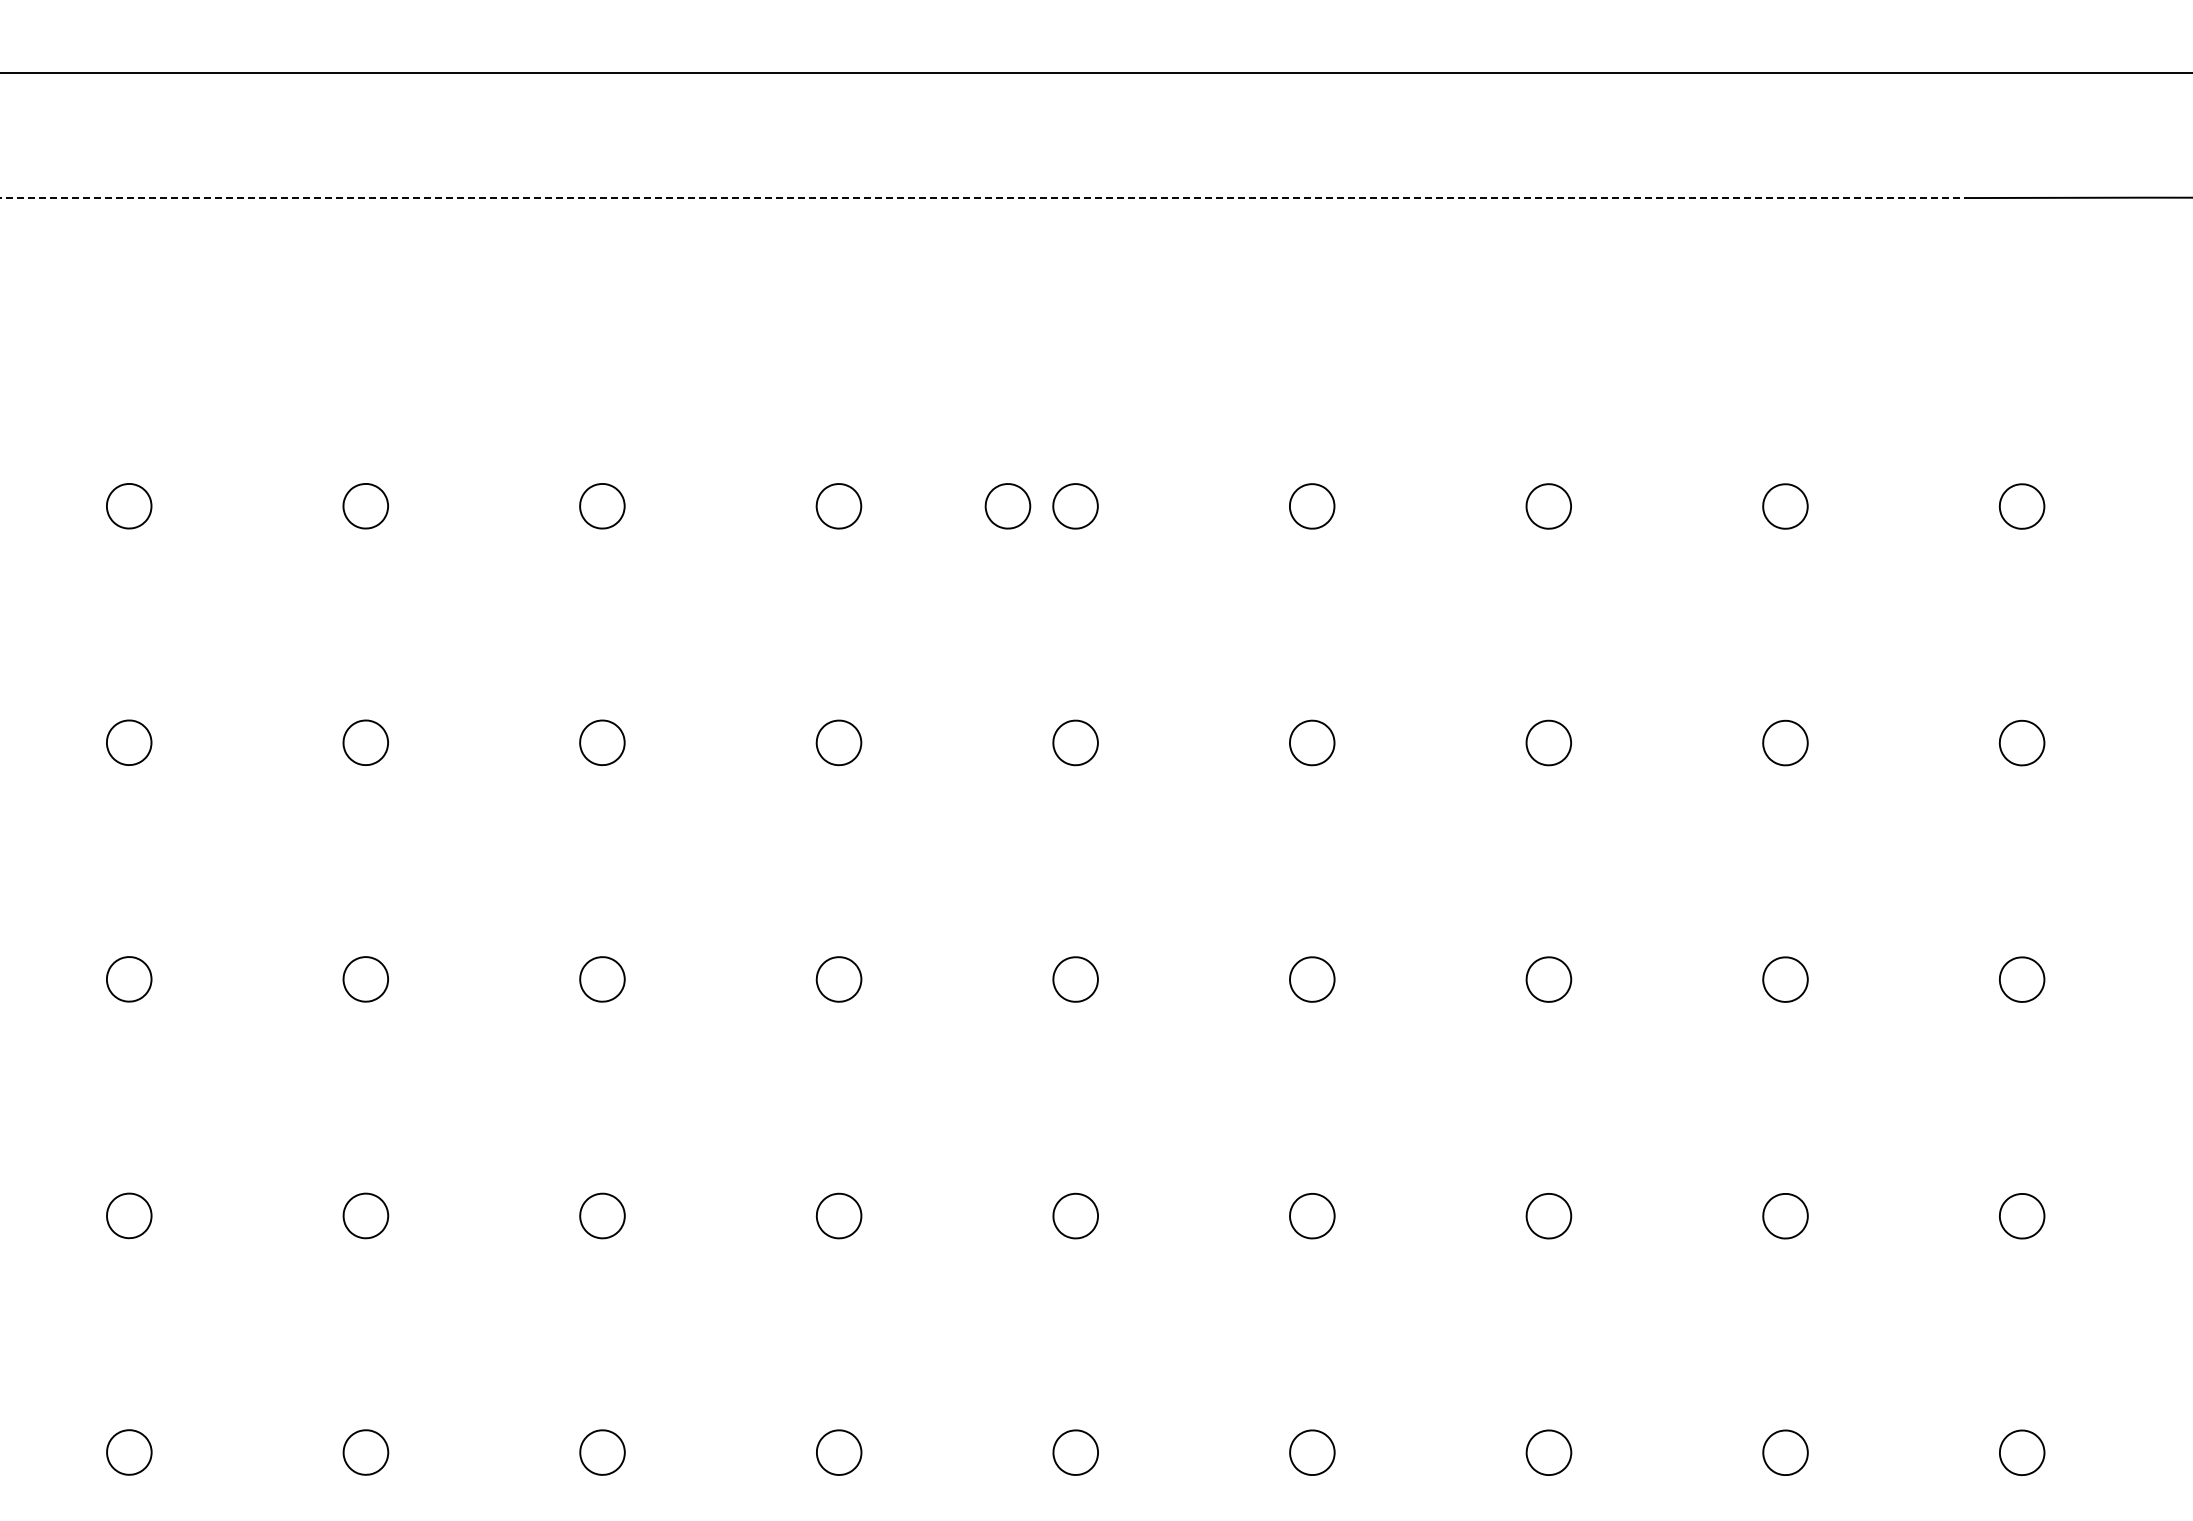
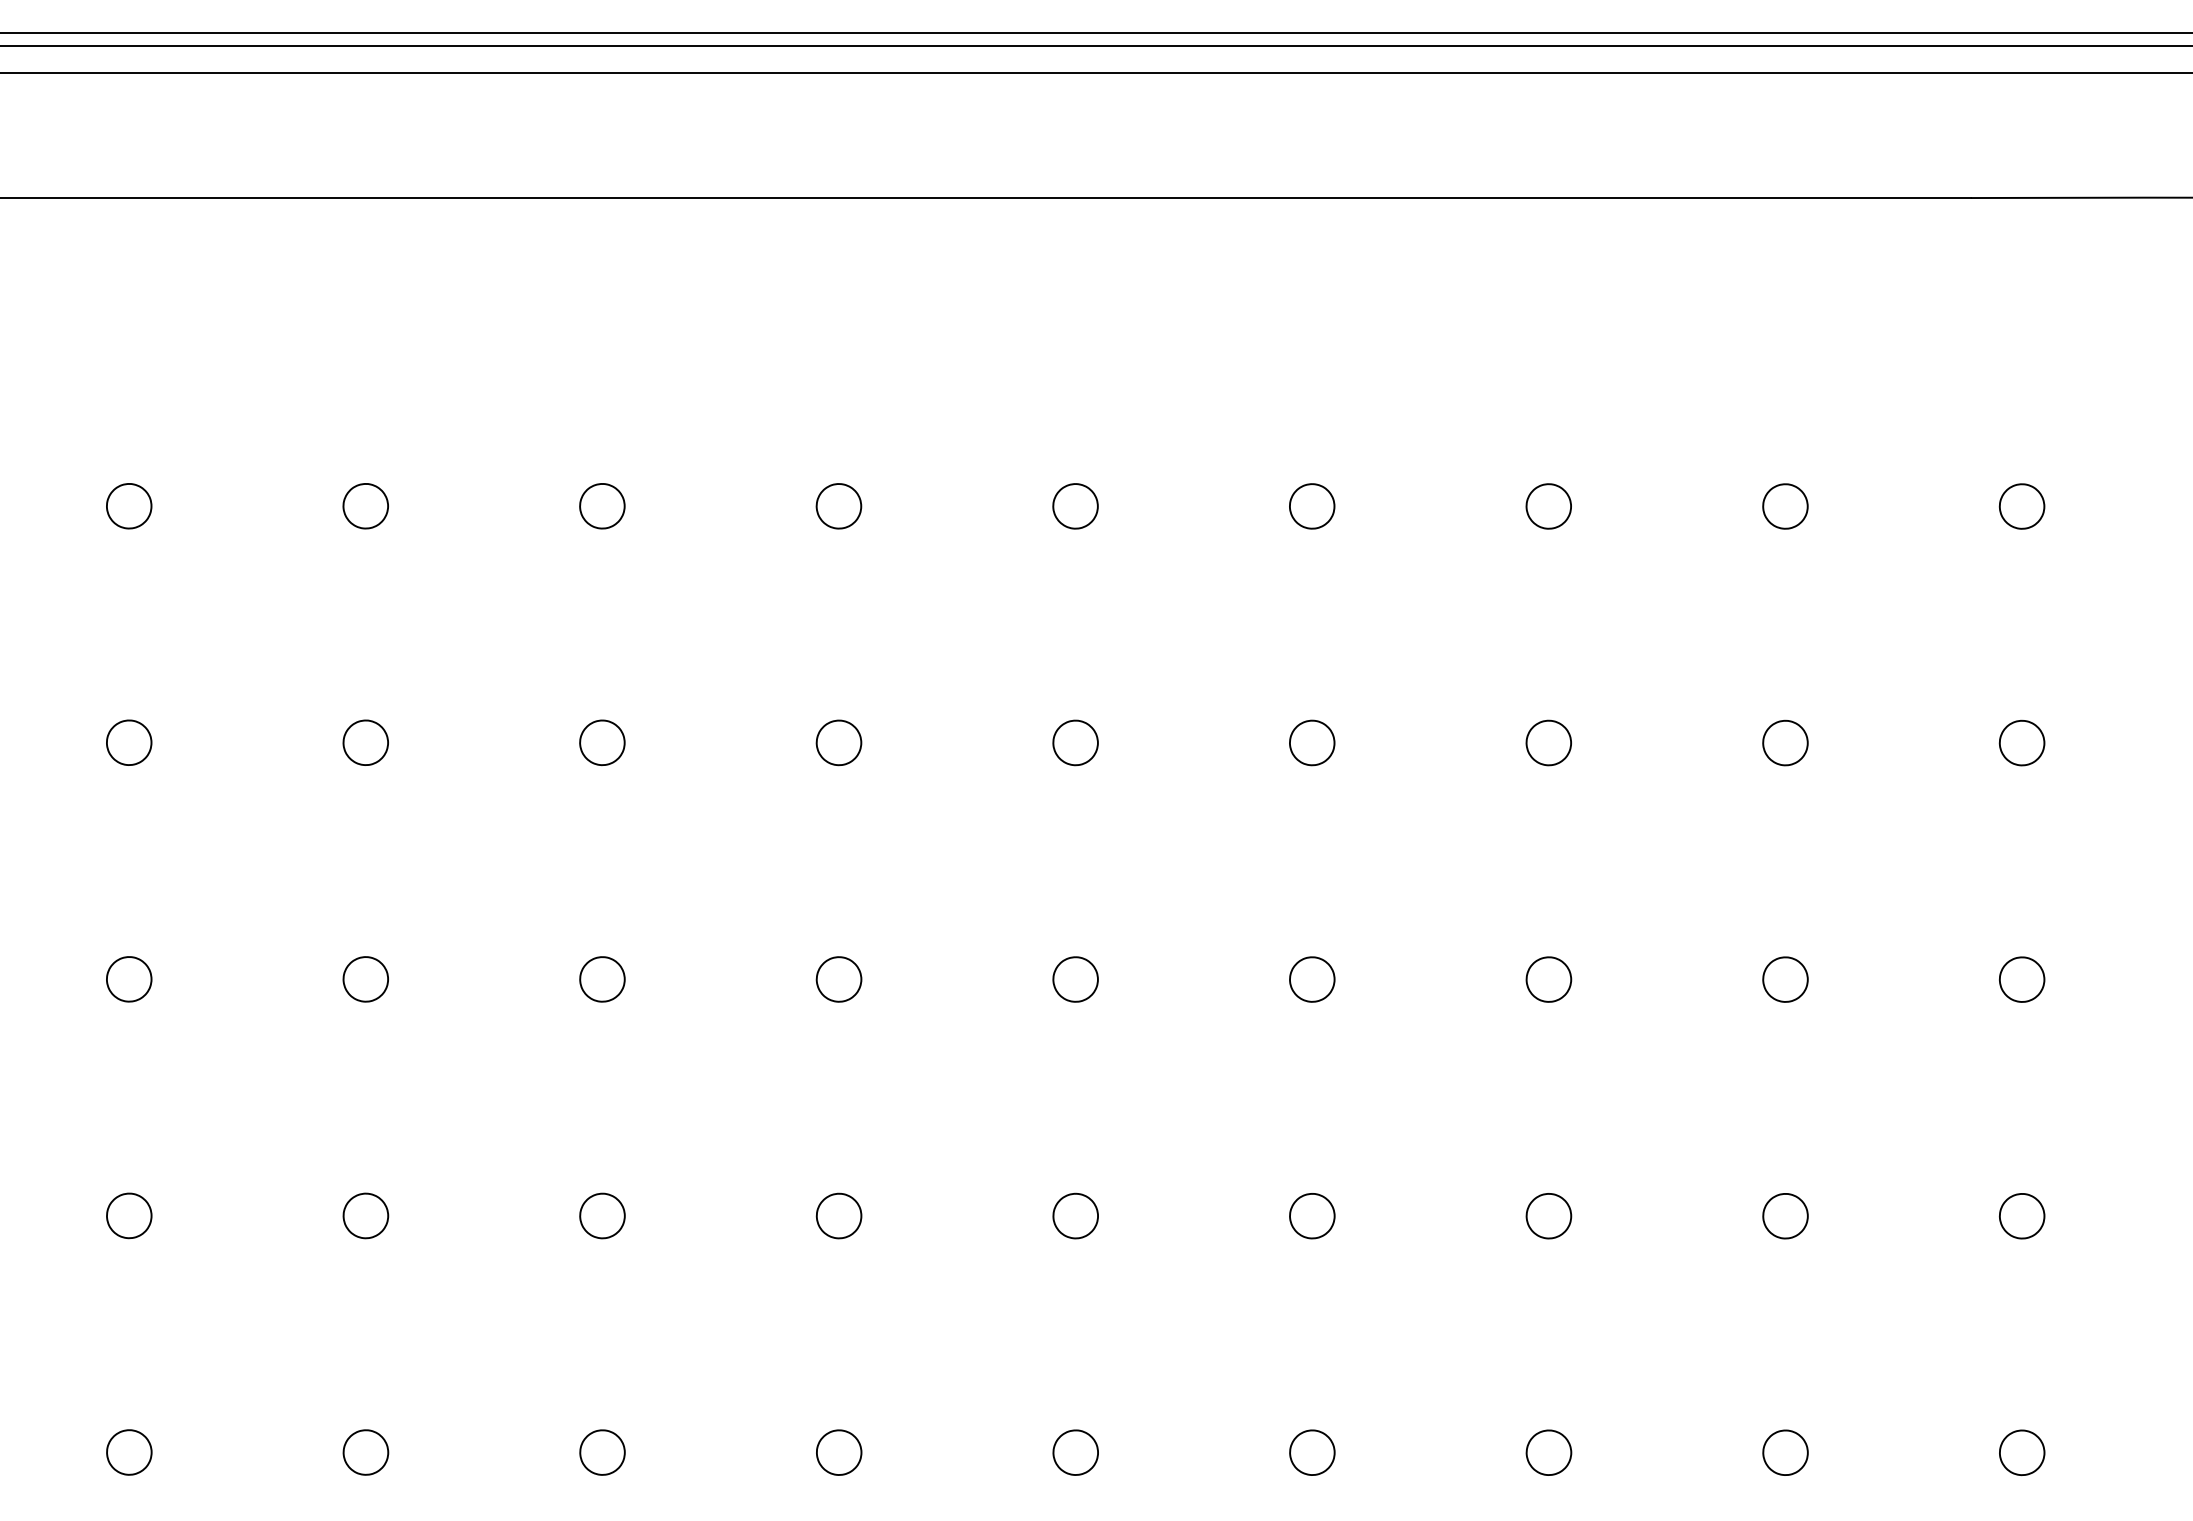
line at (1095, 32): none -> present
line at (1095, 45): none -> present
line at (985, 198): dashed -> solid
part at (1007, 506): present -> none
